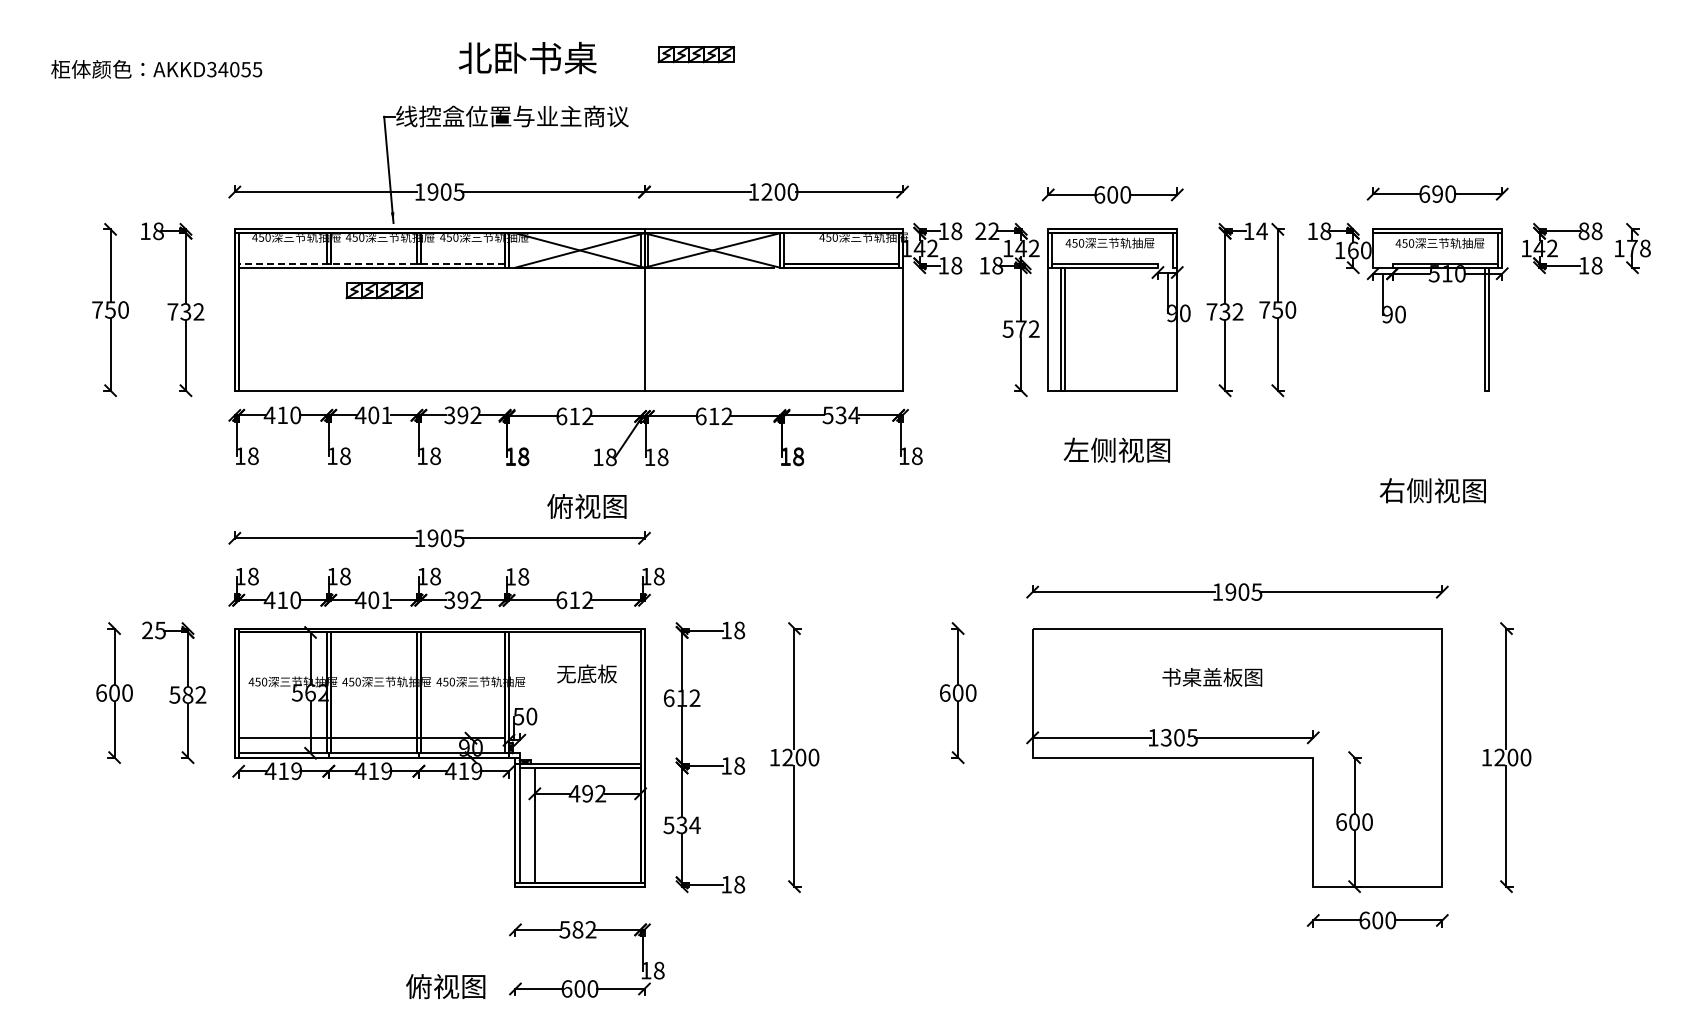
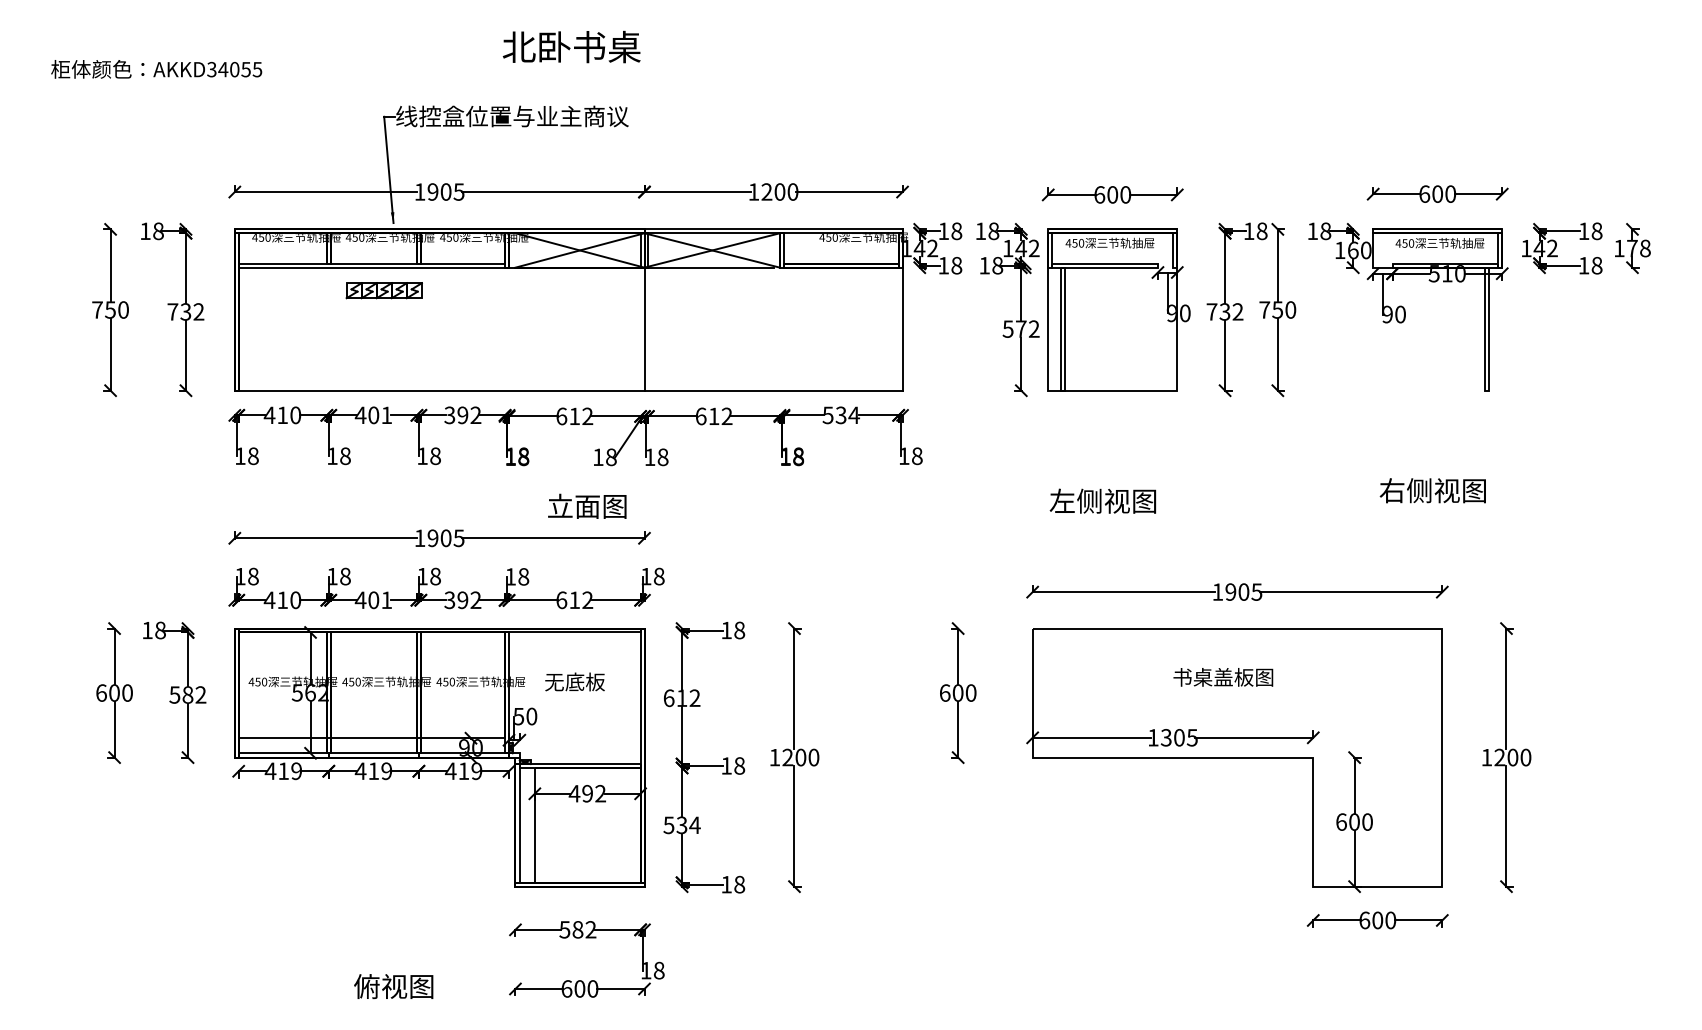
part at (695, 54): present -> none
text at (527, 57) position: (527, 57) -> (571, 46)
text at (1437, 193): 690 -> 600
text at (987, 231): 22 -> 18
text at (1261, 231): 14 -> 18
text at (1583, 231): 88 -> 18
line at (371, 263): dashed -> solid
text at (1116, 449) position: (1116, 449) -> (1102, 500)
text at (573, 505): 俯视图 -> 立面图
text at (153, 630): 25 -> 18
text at (586, 673) position: (586, 673) -> (574, 681)
text at (1212, 677) position: (1212, 677) -> (1223, 677)
text at (445, 986) position: (445, 986) -> (393, 986)
